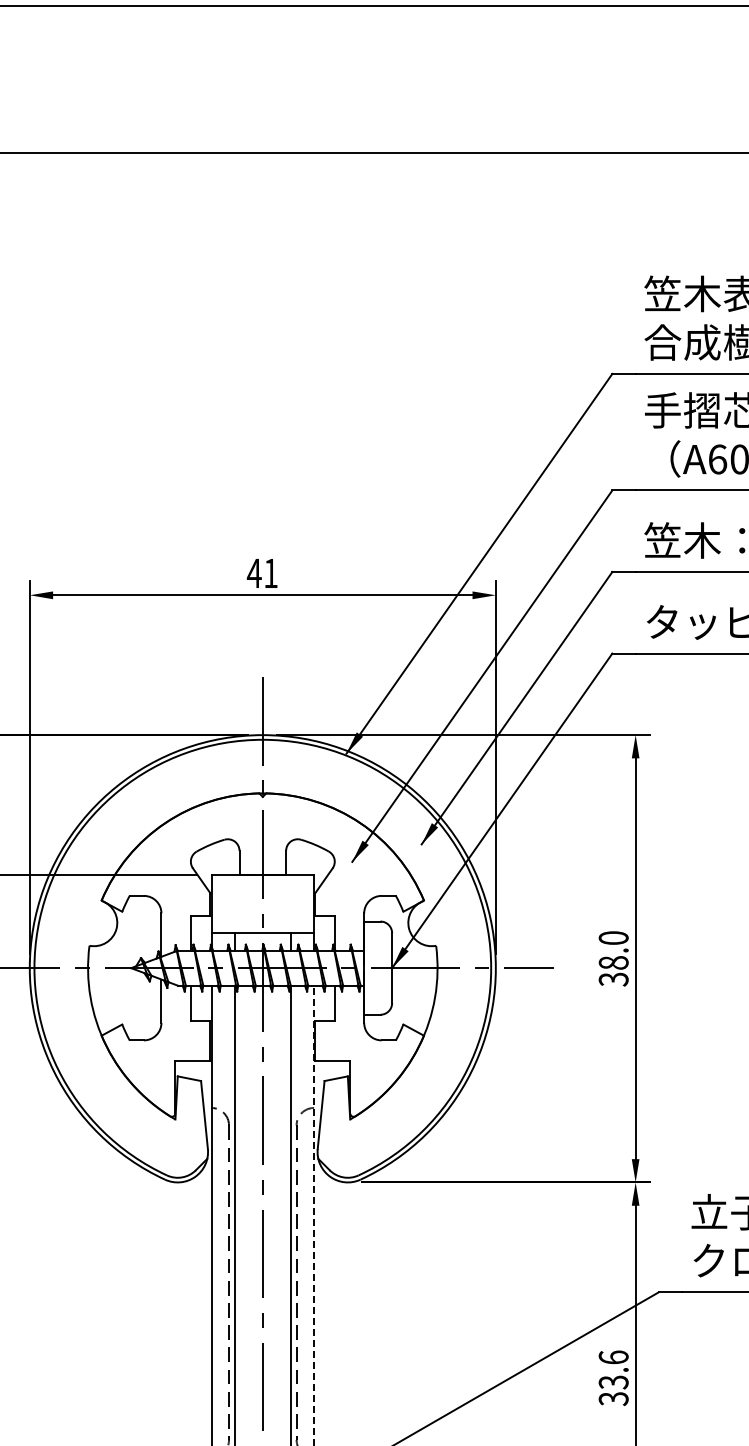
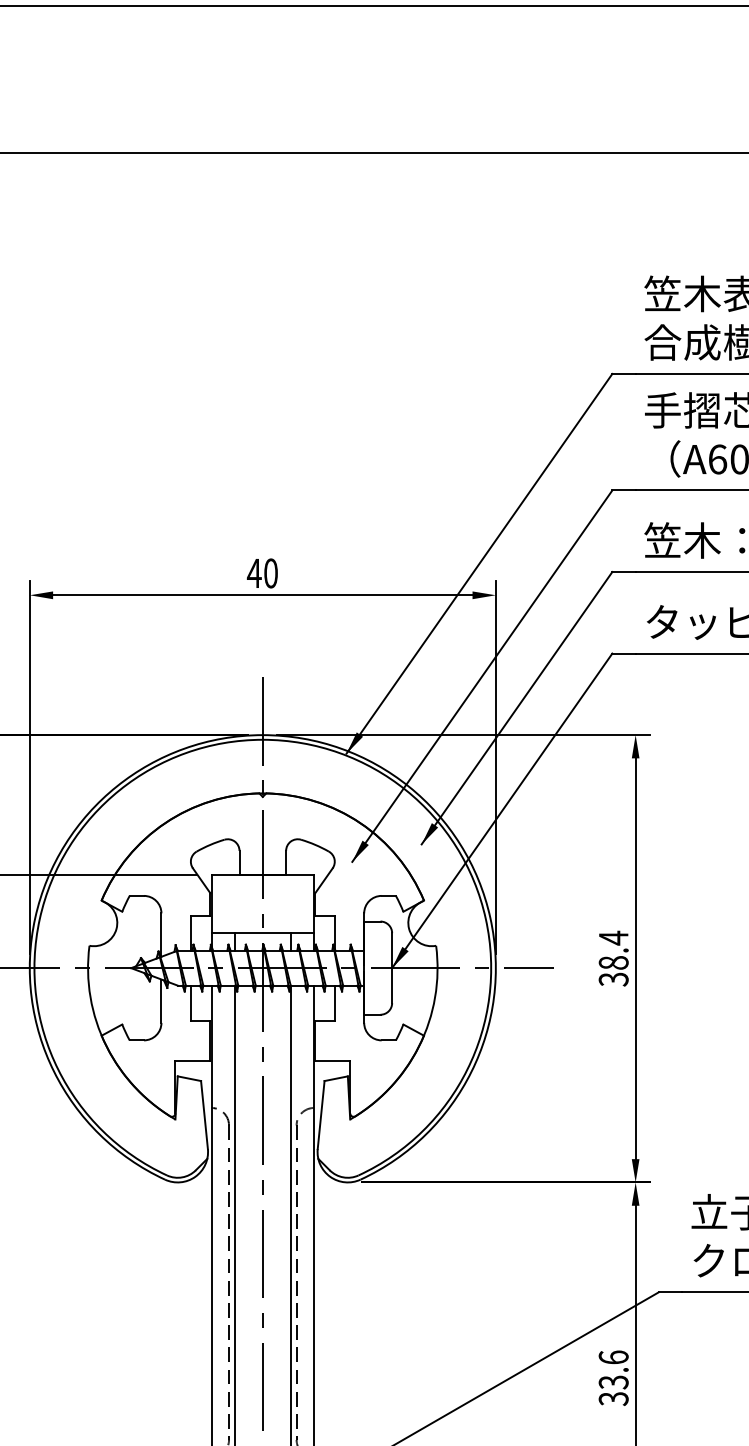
text at (270, 573): 41 -> 40
text at (613, 937): 38.0 -> 38.4
line at (314, 1215): dashed -> solid
